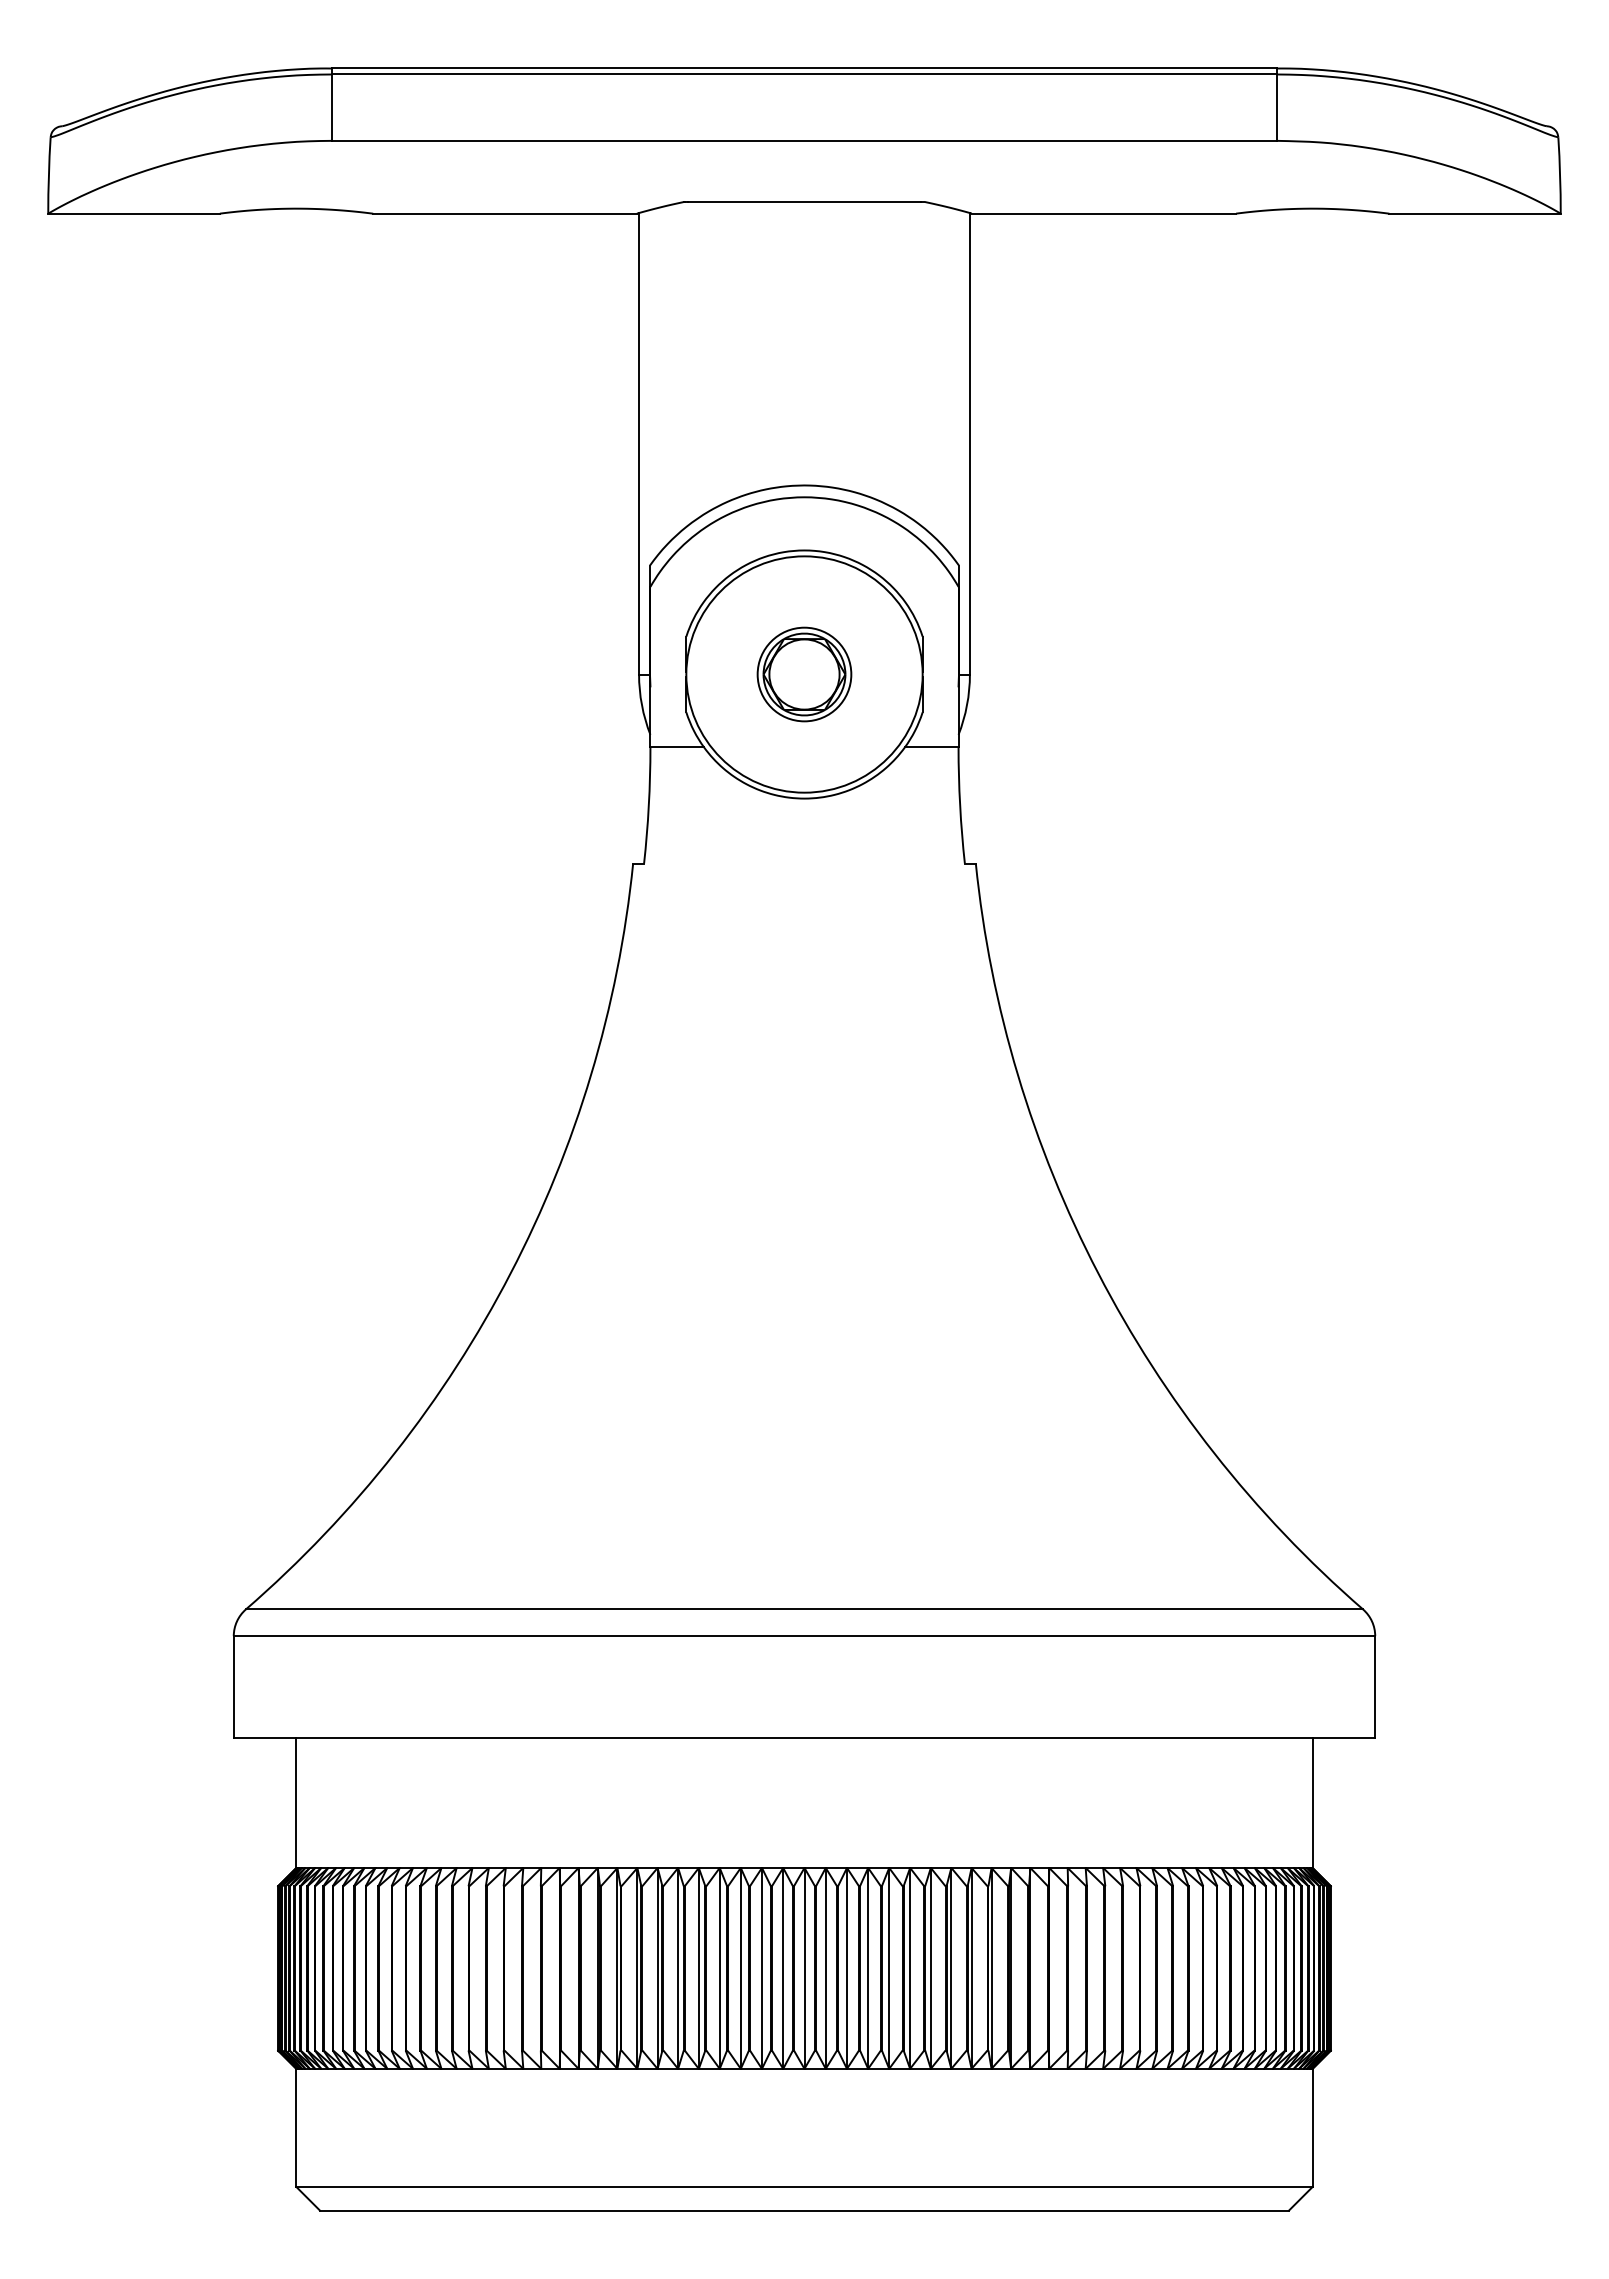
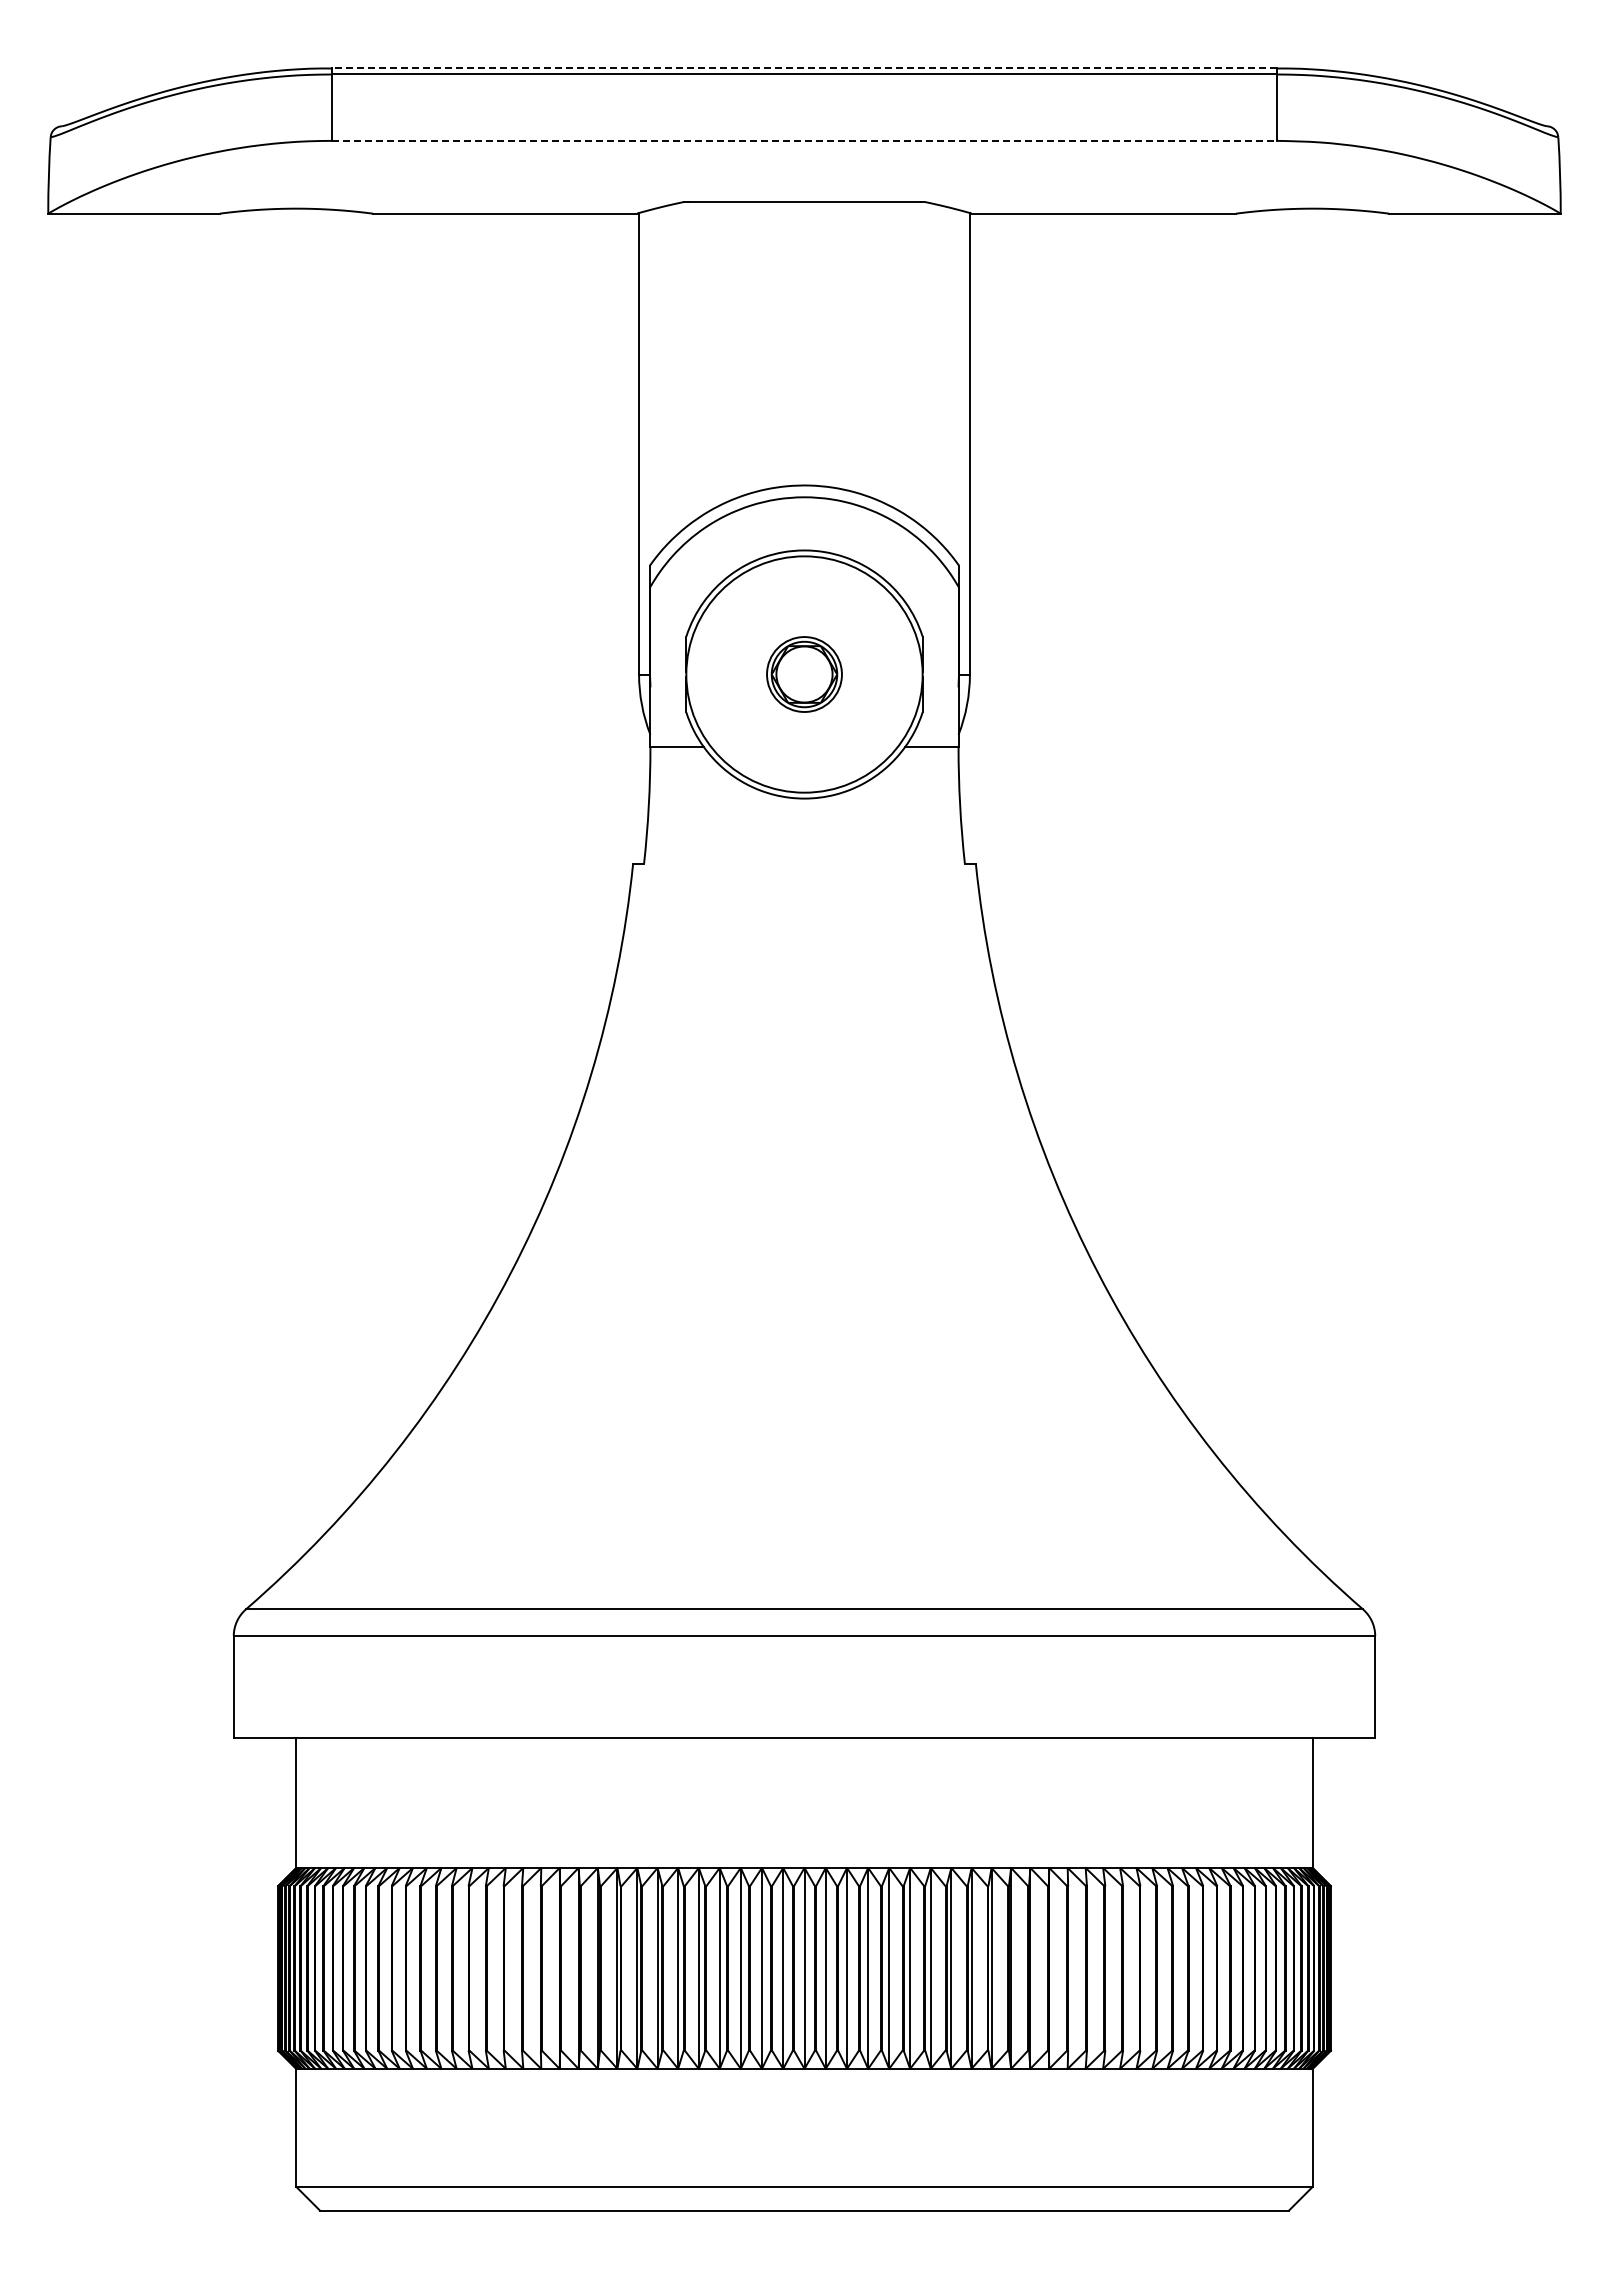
line at (804, 68): solid -> dashed
line at (804, 140): solid -> dashed
part at (804, 674) size: 97x97 px -> 77x77 px
